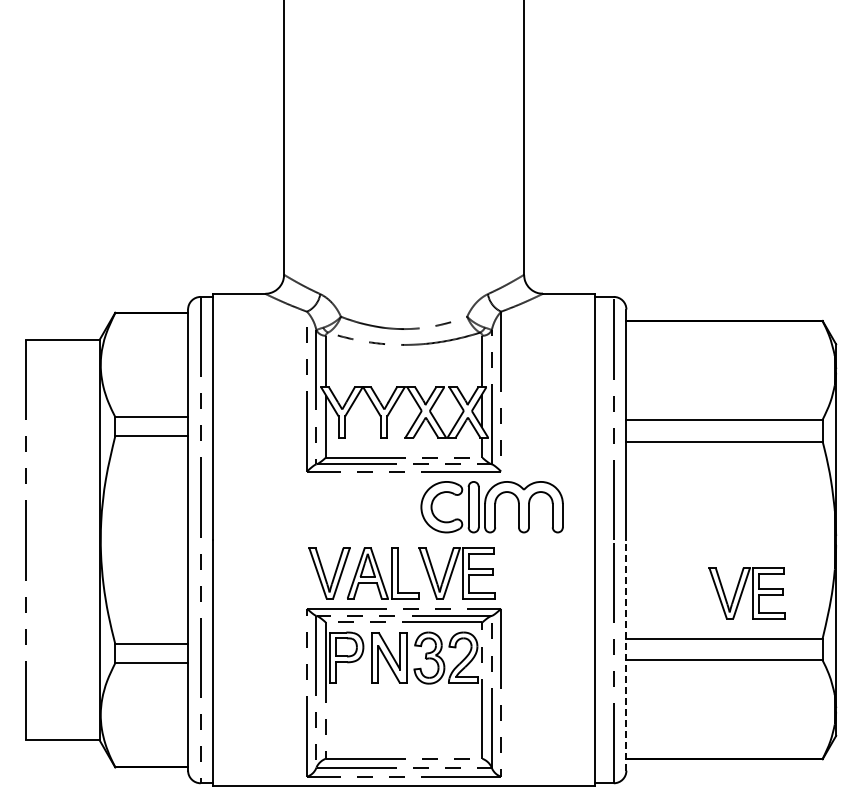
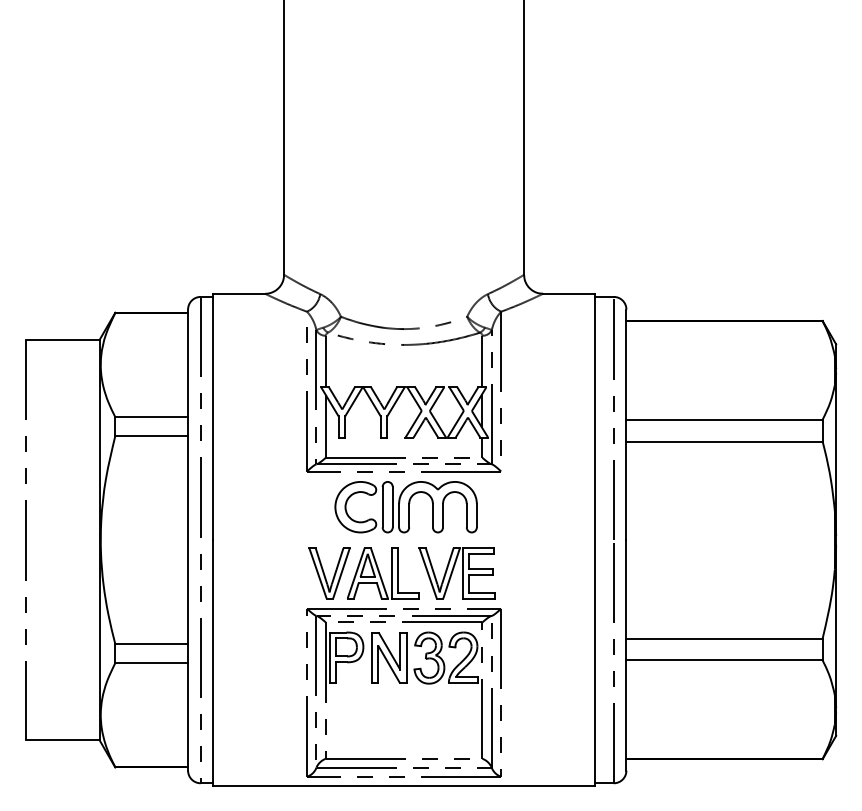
part at (491, 507) position: (491, 507) -> (405, 507)
part at (746, 593): present -> none
line at (626, 654): dashed -> solid
